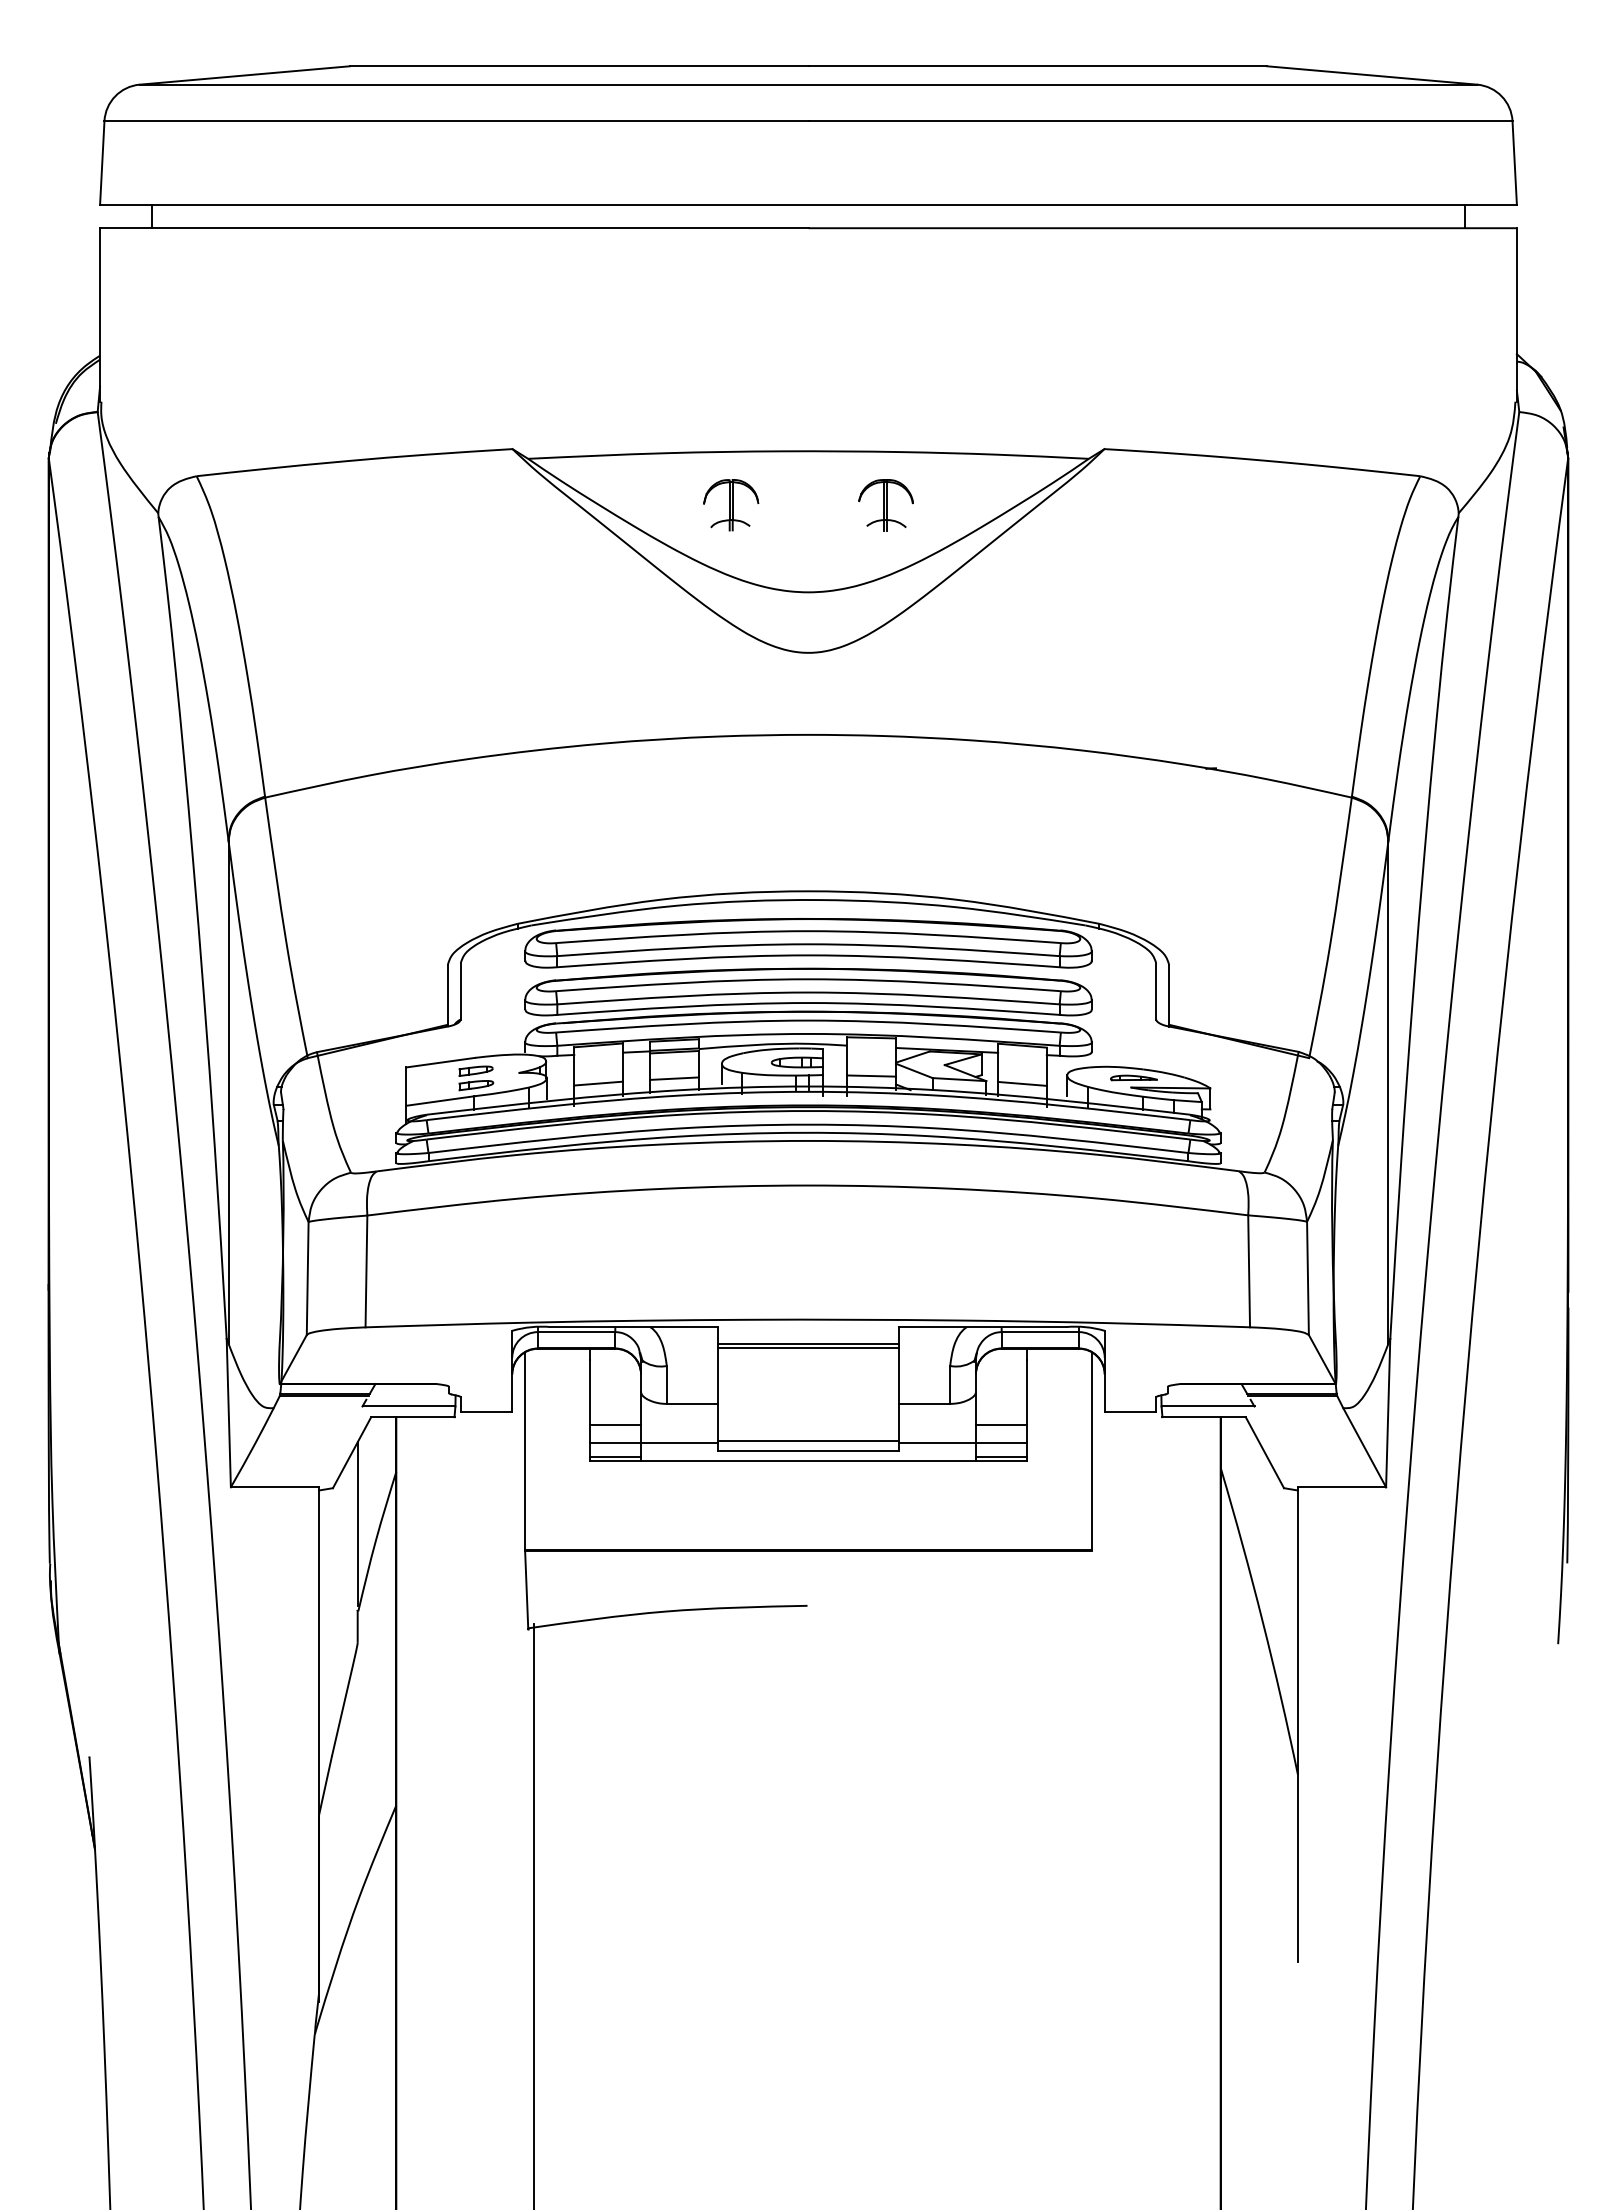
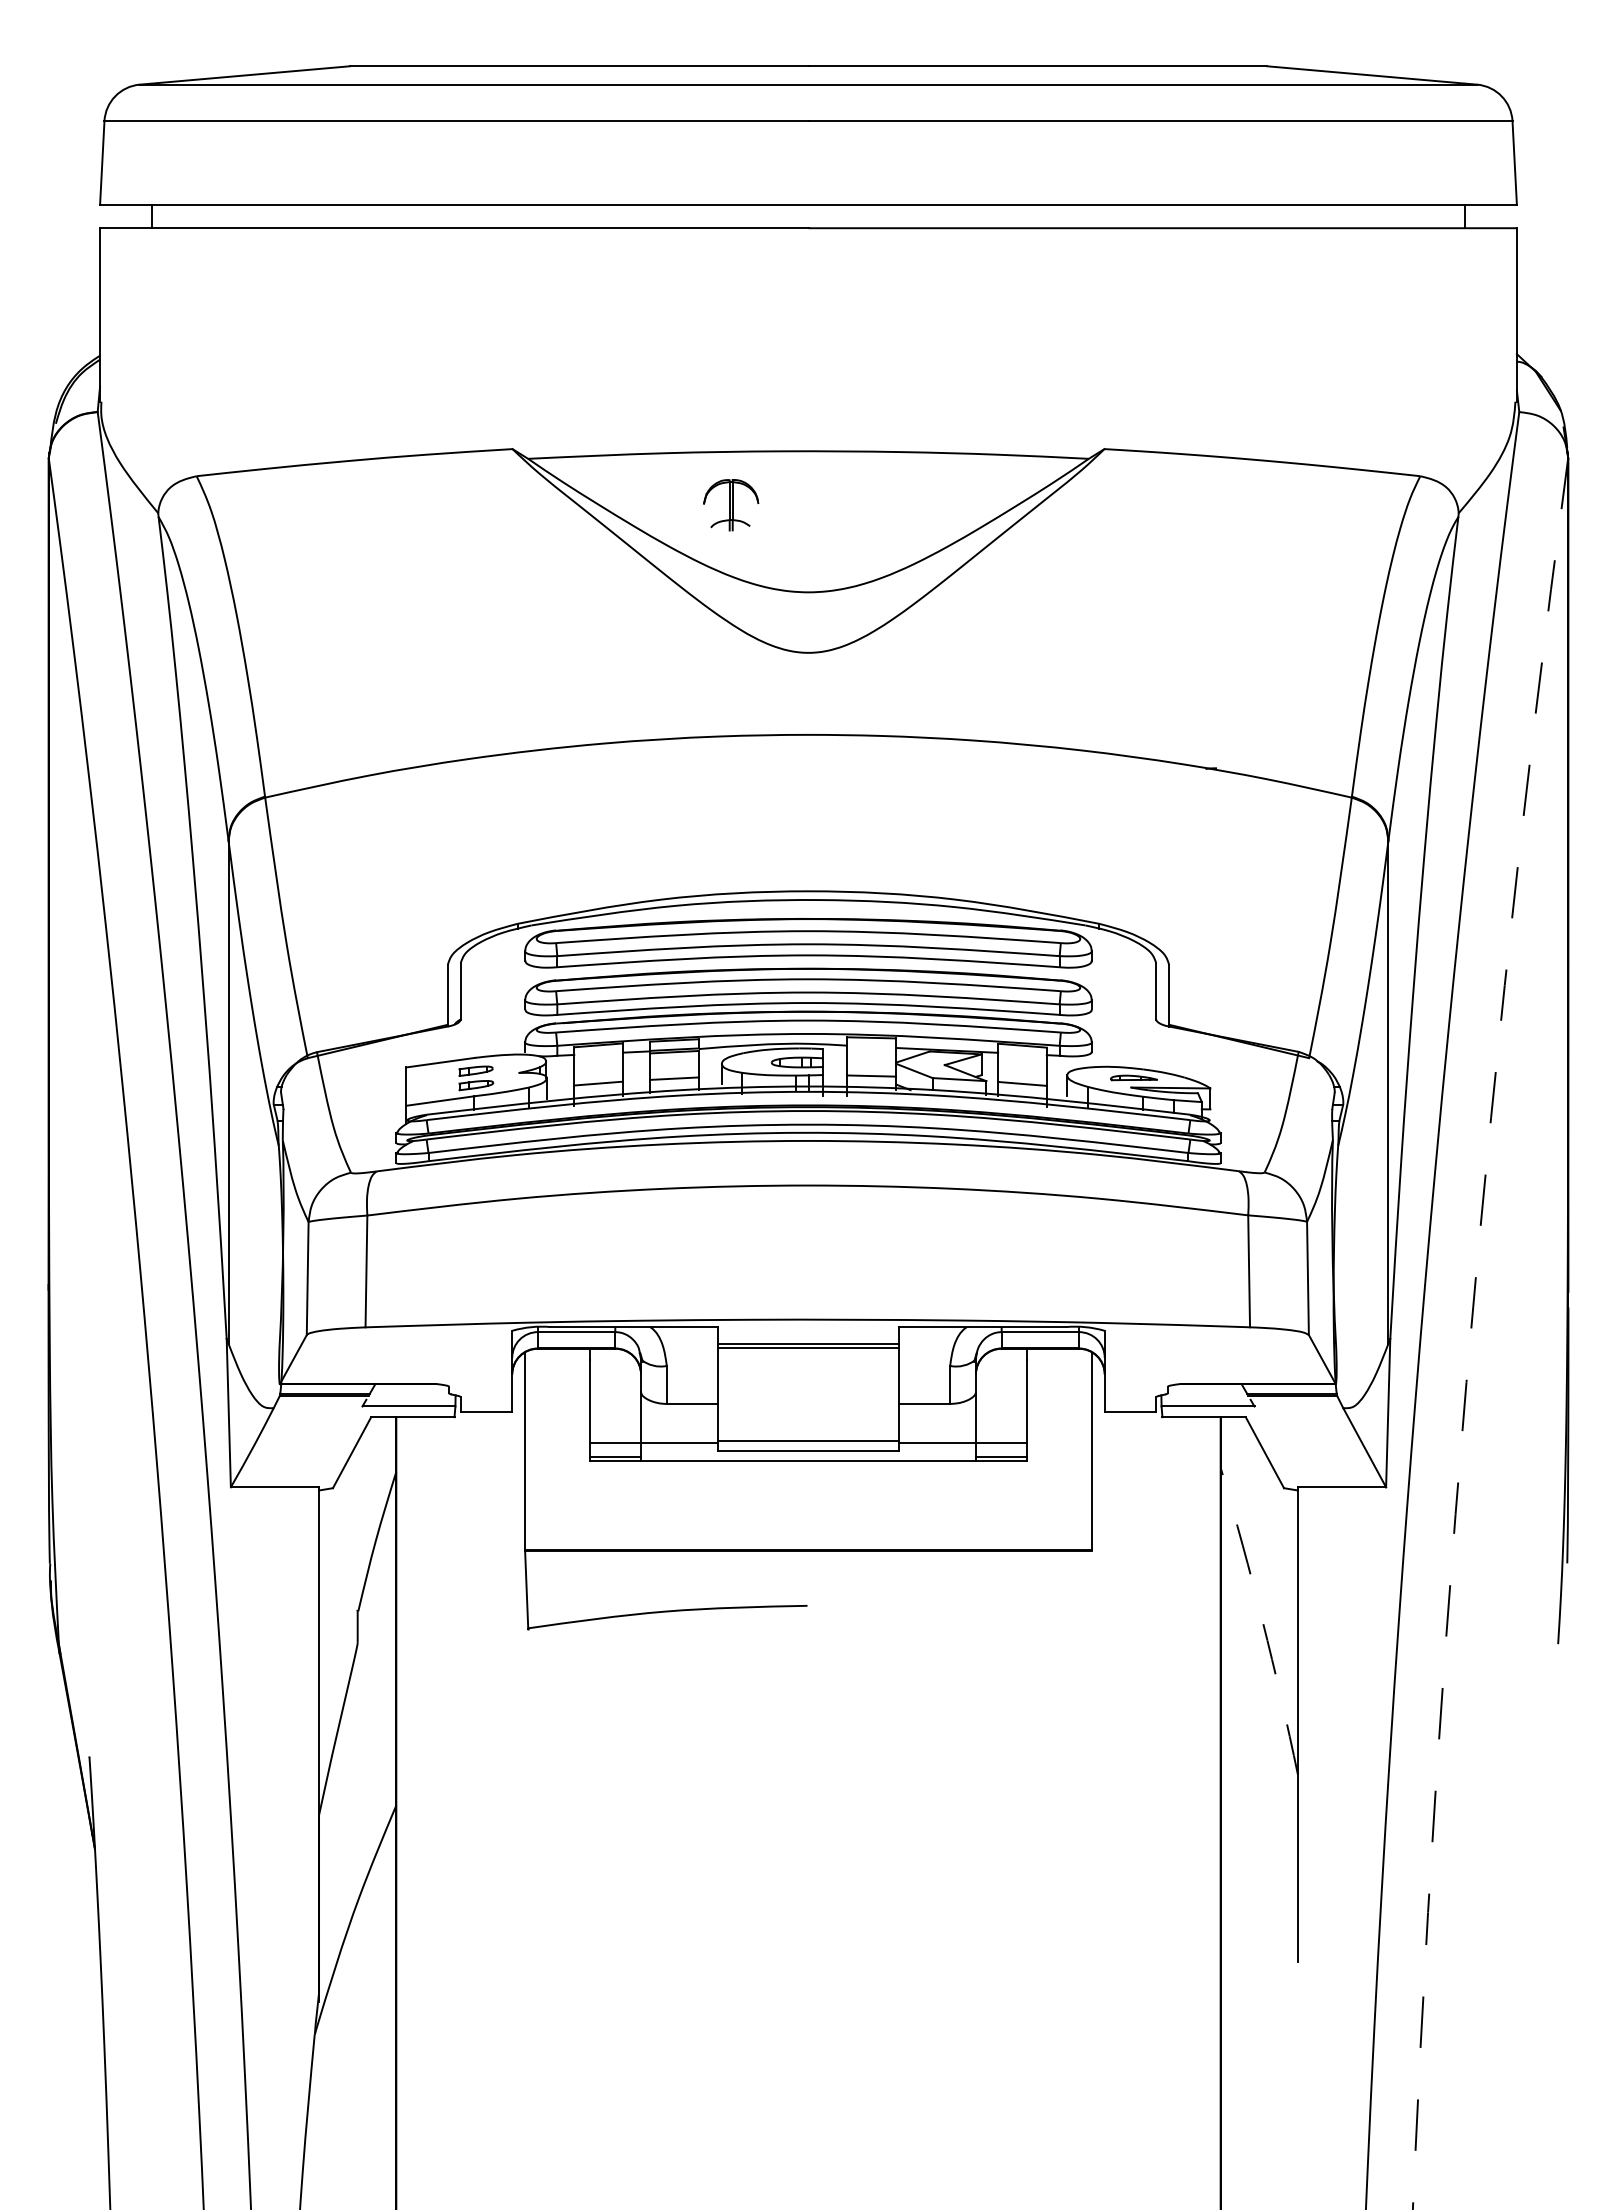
part at (885, 505): present -> none
arc at (1470, 1332): solid -> dashed
line at (615, 1425): present -> none
line at (1001, 1425): present -> none
line at (357, 1523): present -> none
arc at (1262, 1621): solid -> dashed
line at (533, 1915): present -> none
